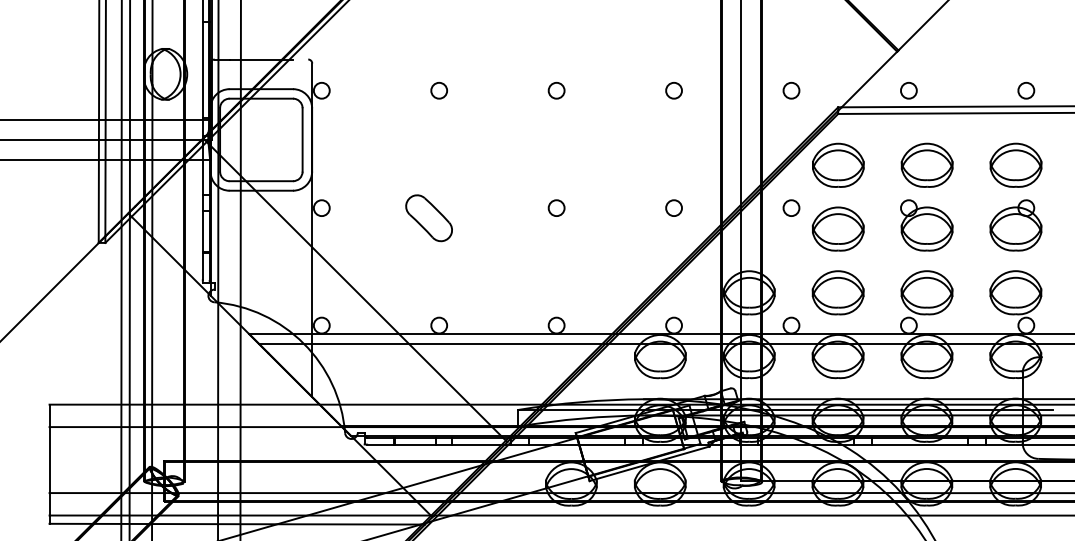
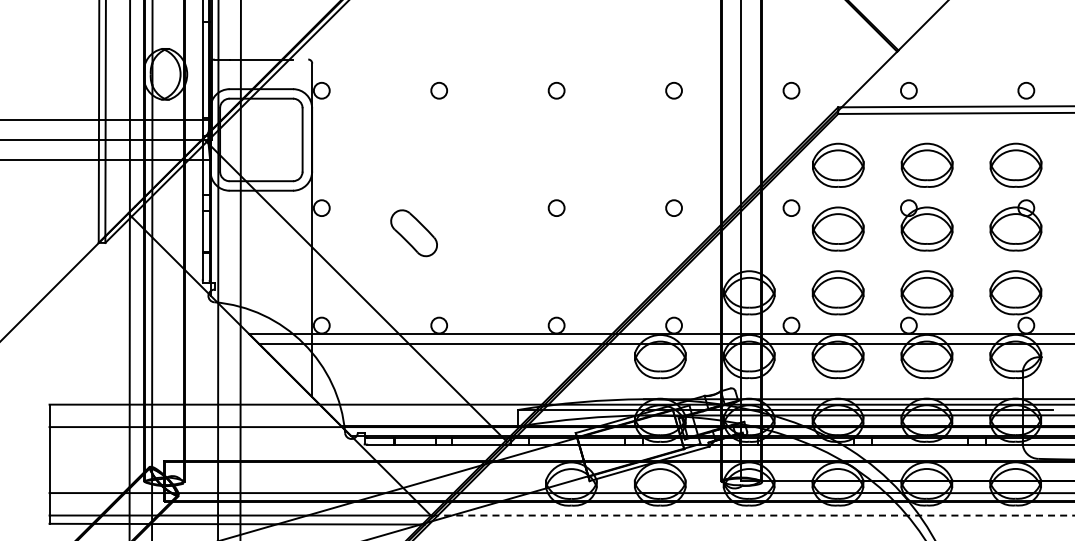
part at (428, 218) position: (428, 218) -> (413, 233)
line at (121, 269): present -> none
line at (753, 515): solid -> dashed
